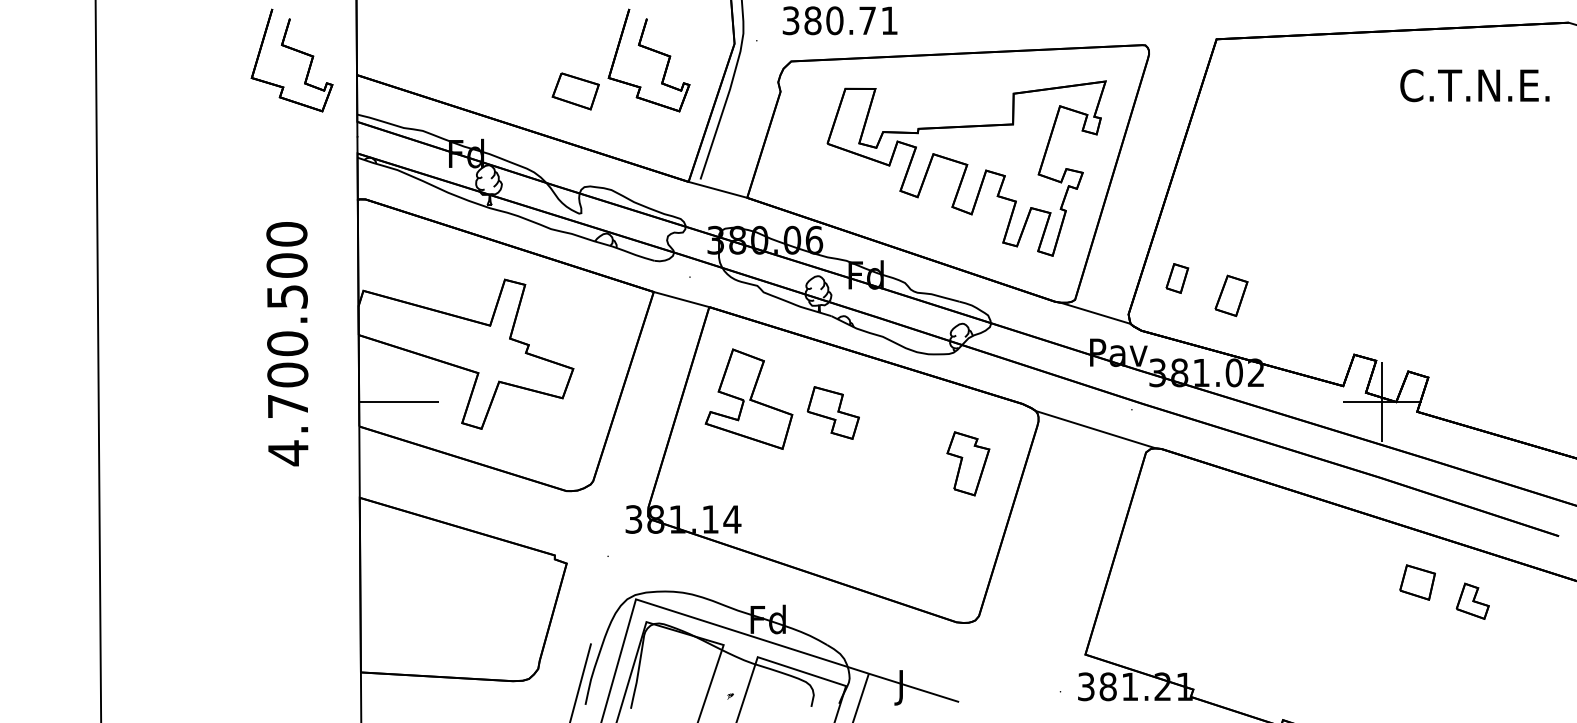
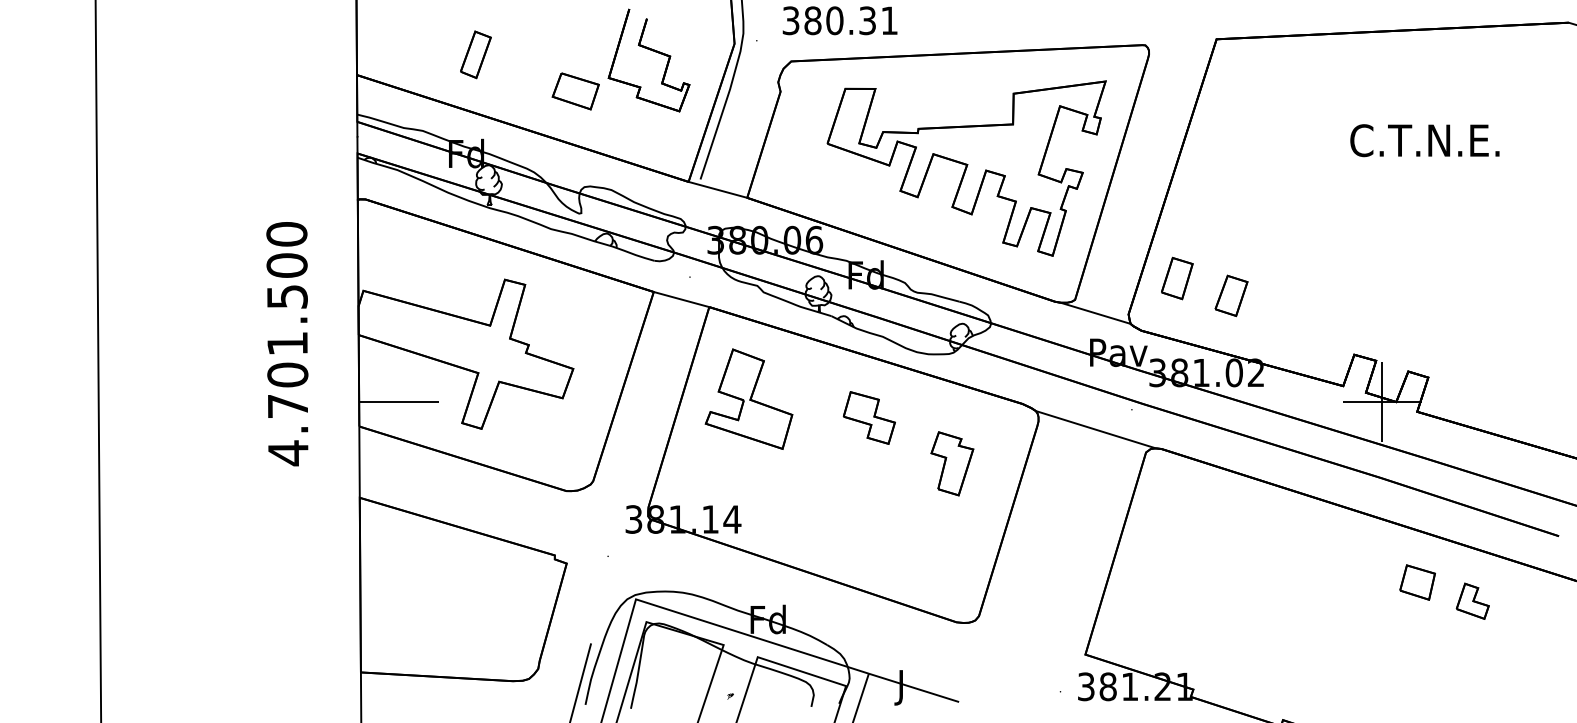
text at (867, 20): 380.71 -> 380.31
part at (295, 51): present -> none
part at (475, 54): none -> present
text at (1474, 85) position: (1474, 85) -> (1424, 140)
part at (1177, 278) size: 25x31 px -> 33x45 px
text at (287, 343): 4.700.500 -> 4.701.500
part at (832, 412) position: (832, 412) -> (868, 417)
part at (968, 463) position: (968, 463) -> (952, 463)
